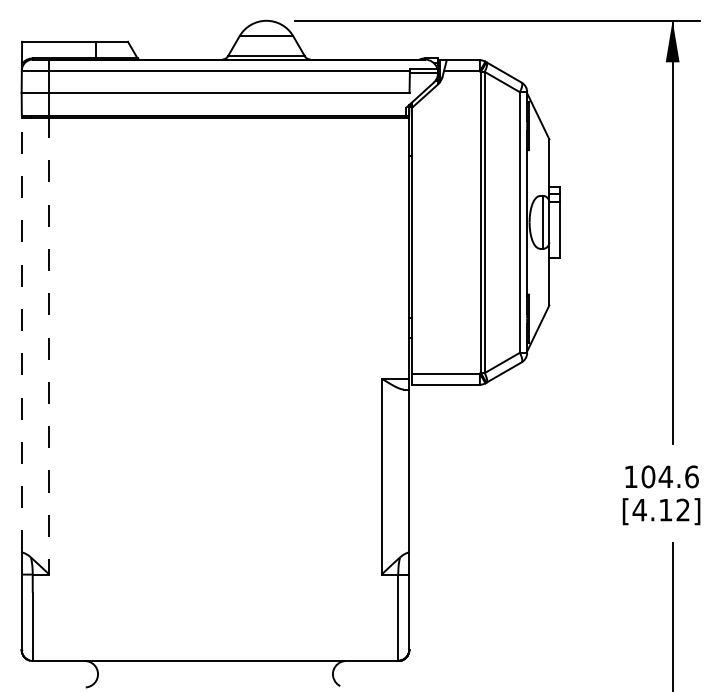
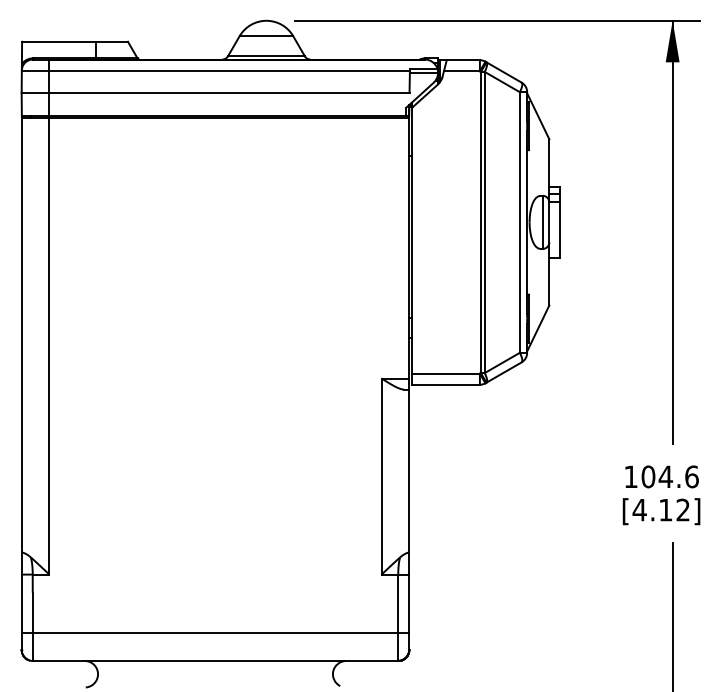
line at (21, 334): dashed -> solid
line at (49, 345): dashed -> solid
line at (215, 633): none -> present
